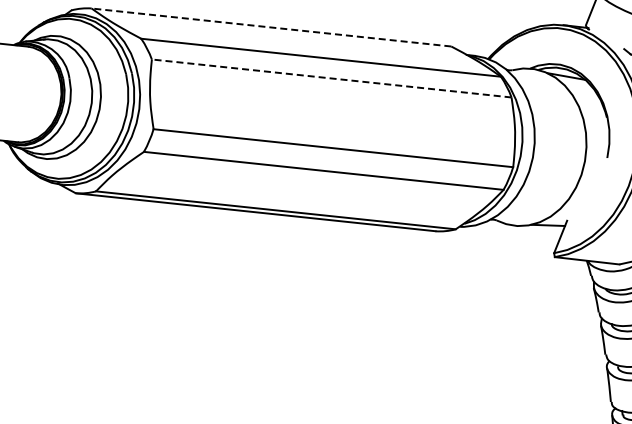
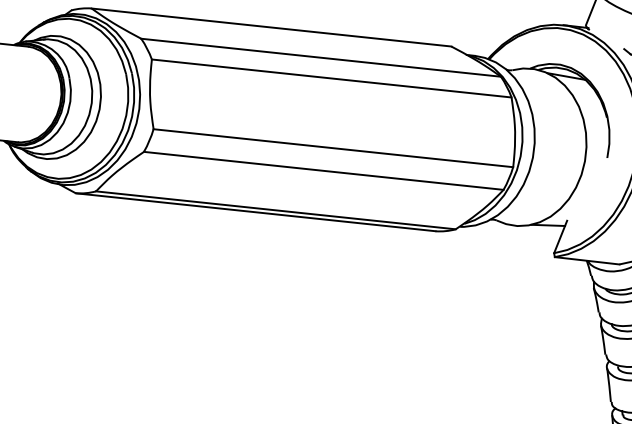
line at (271, 27): dashed -> solid
line at (331, 78): dashed -> solid
